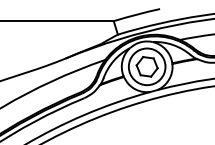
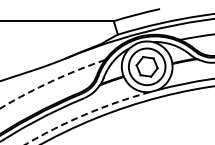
arc at (51, 81): solid -> dashed
arc at (84, 114): solid -> dashed
